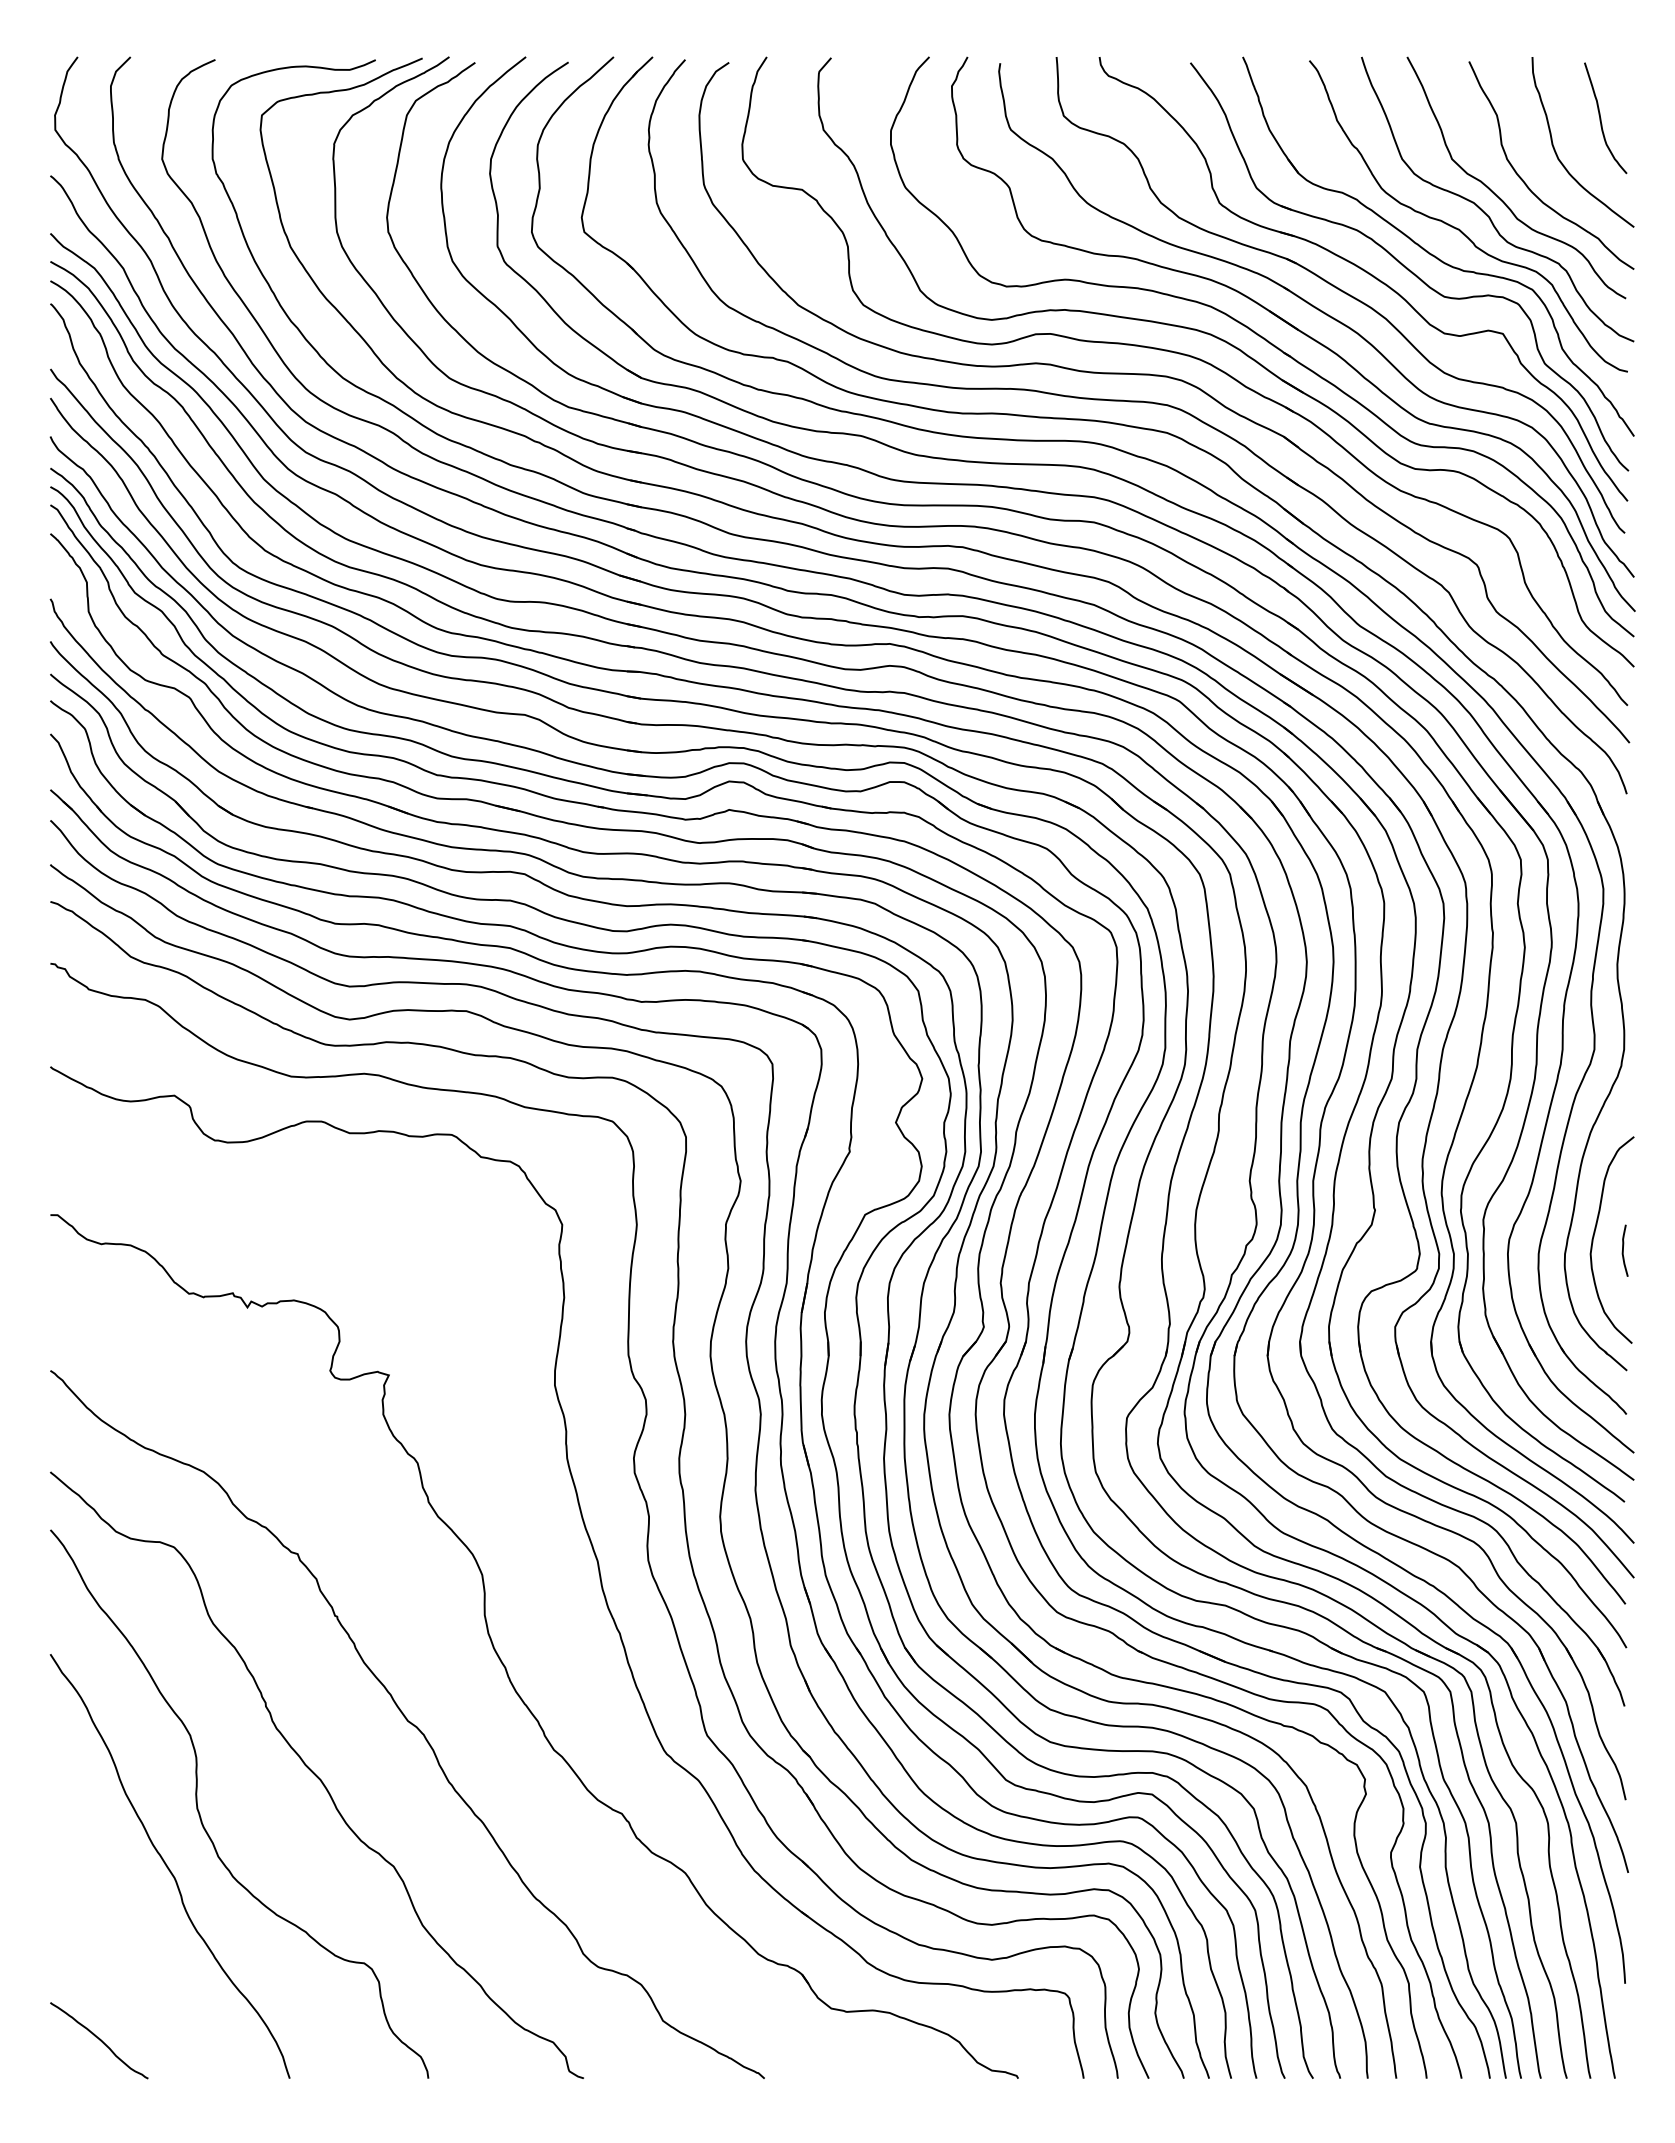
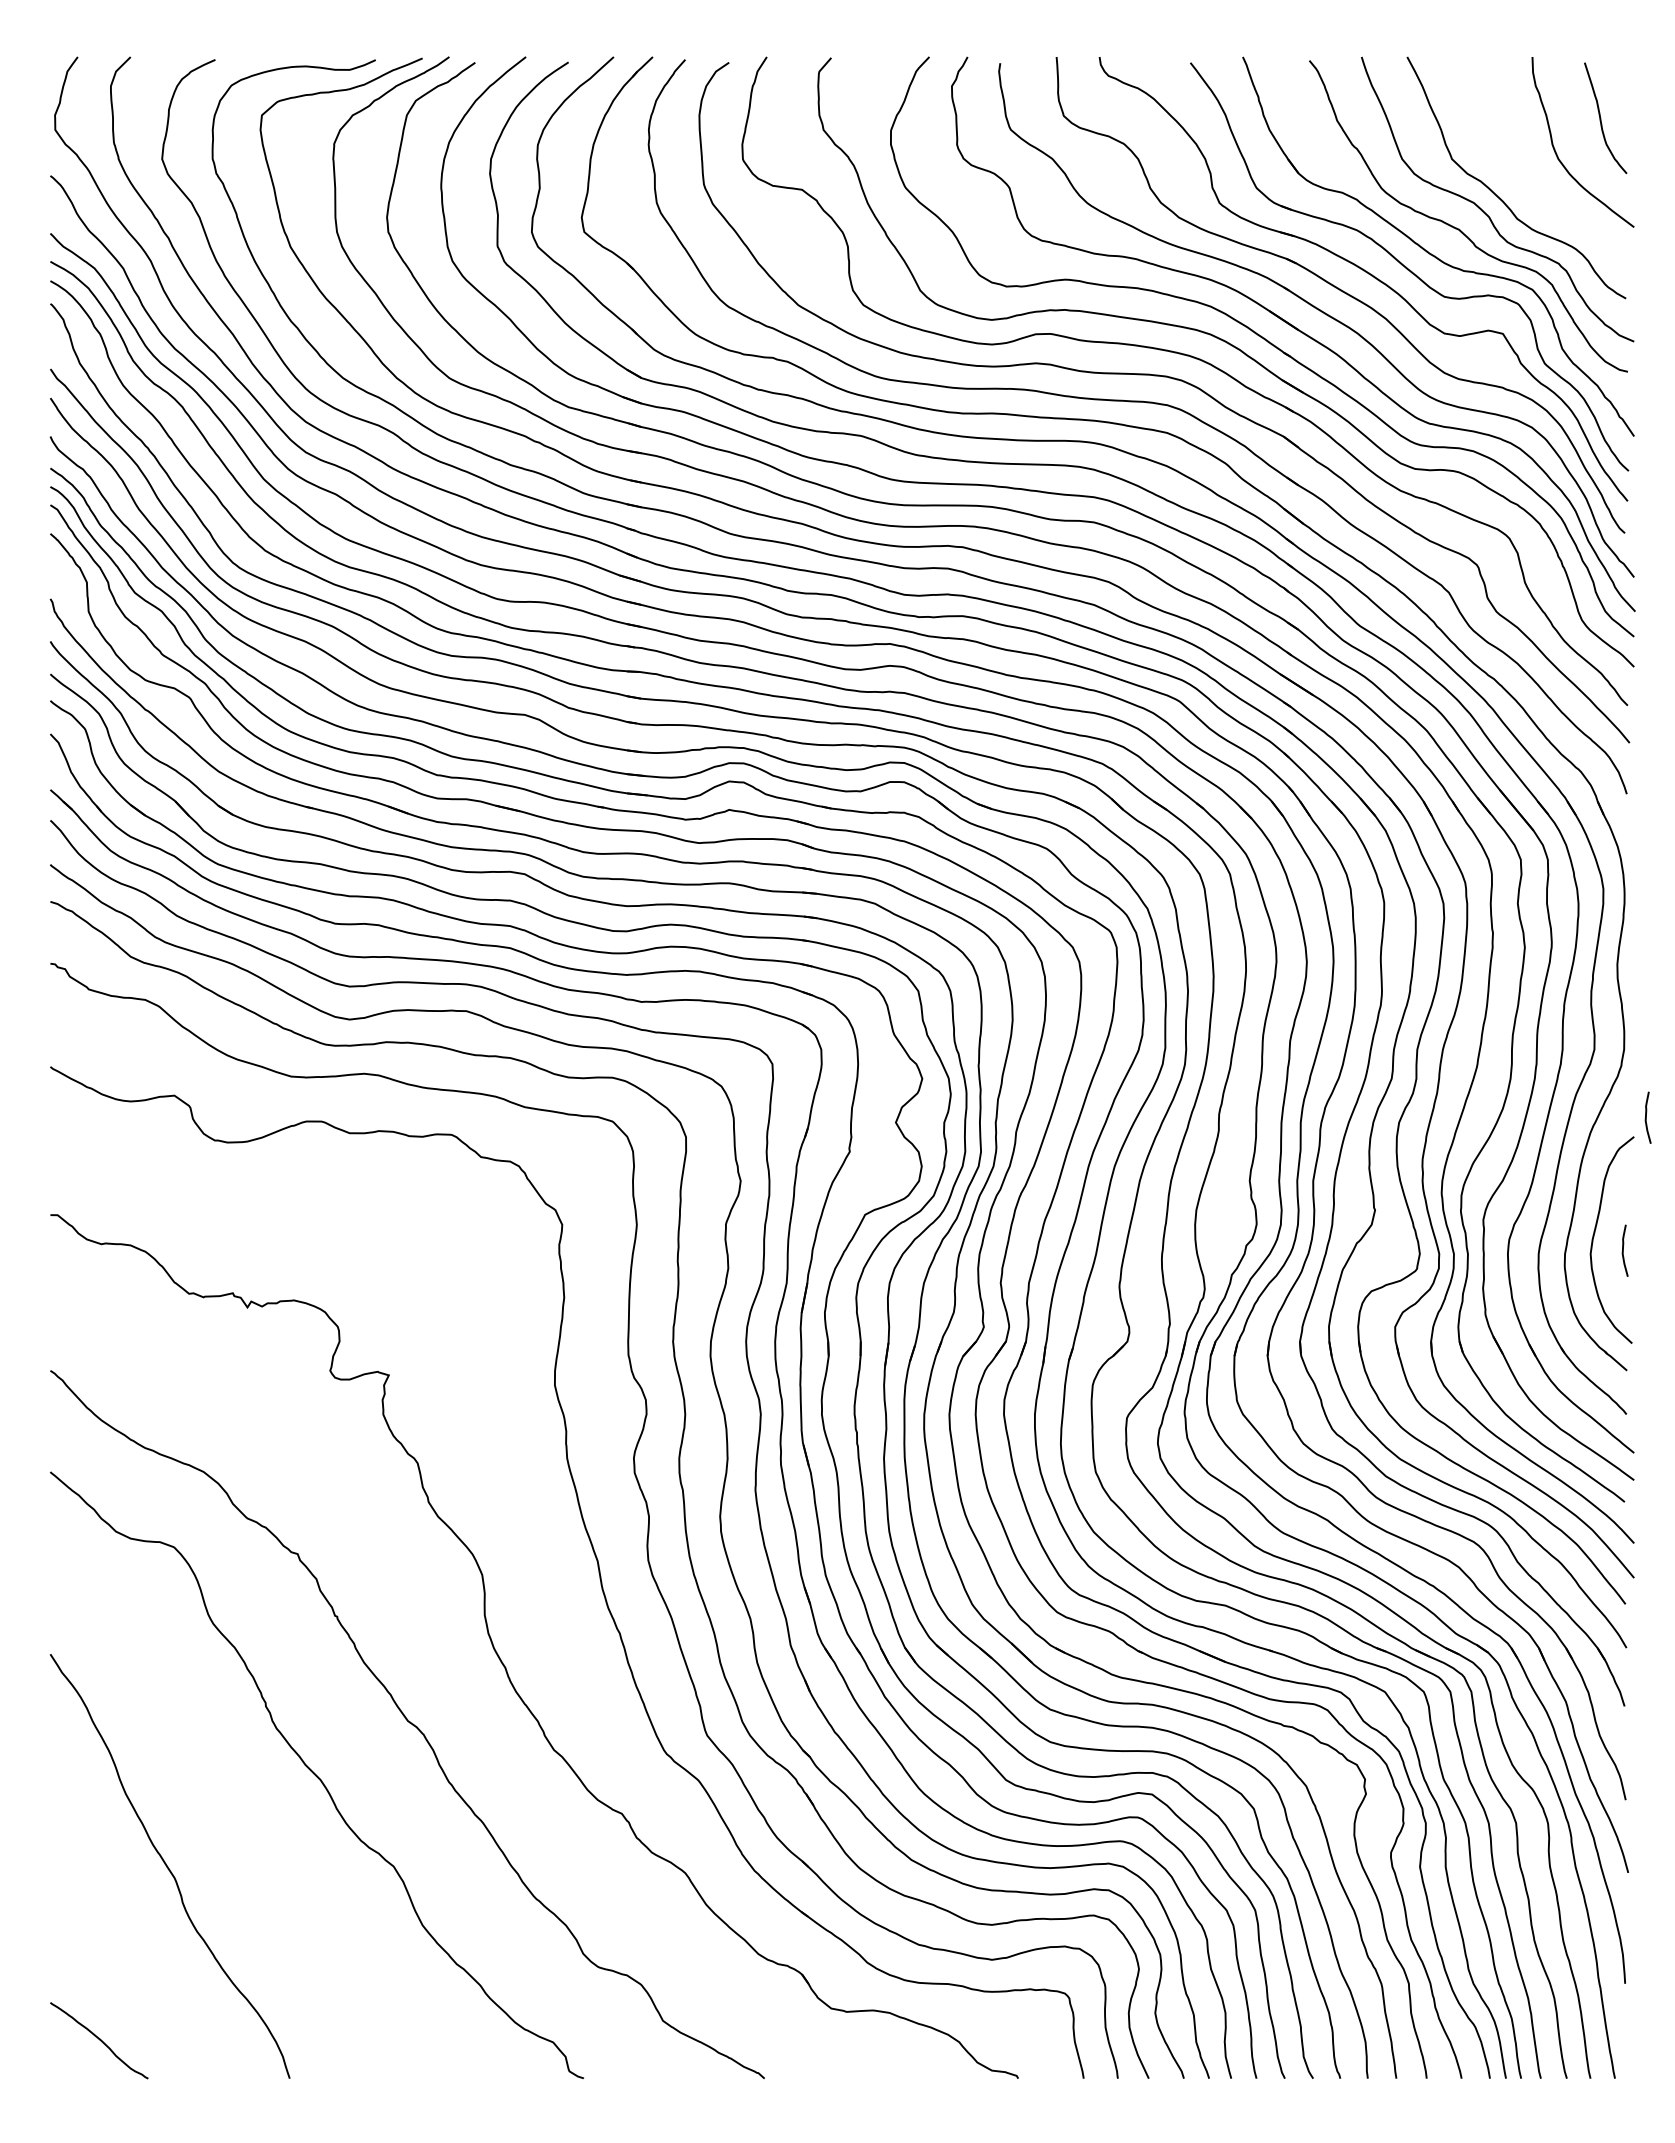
curve at (1526, 183): present -> none
curve at (1646, 1117): none -> present
curve at (200, 1813): present -> none
